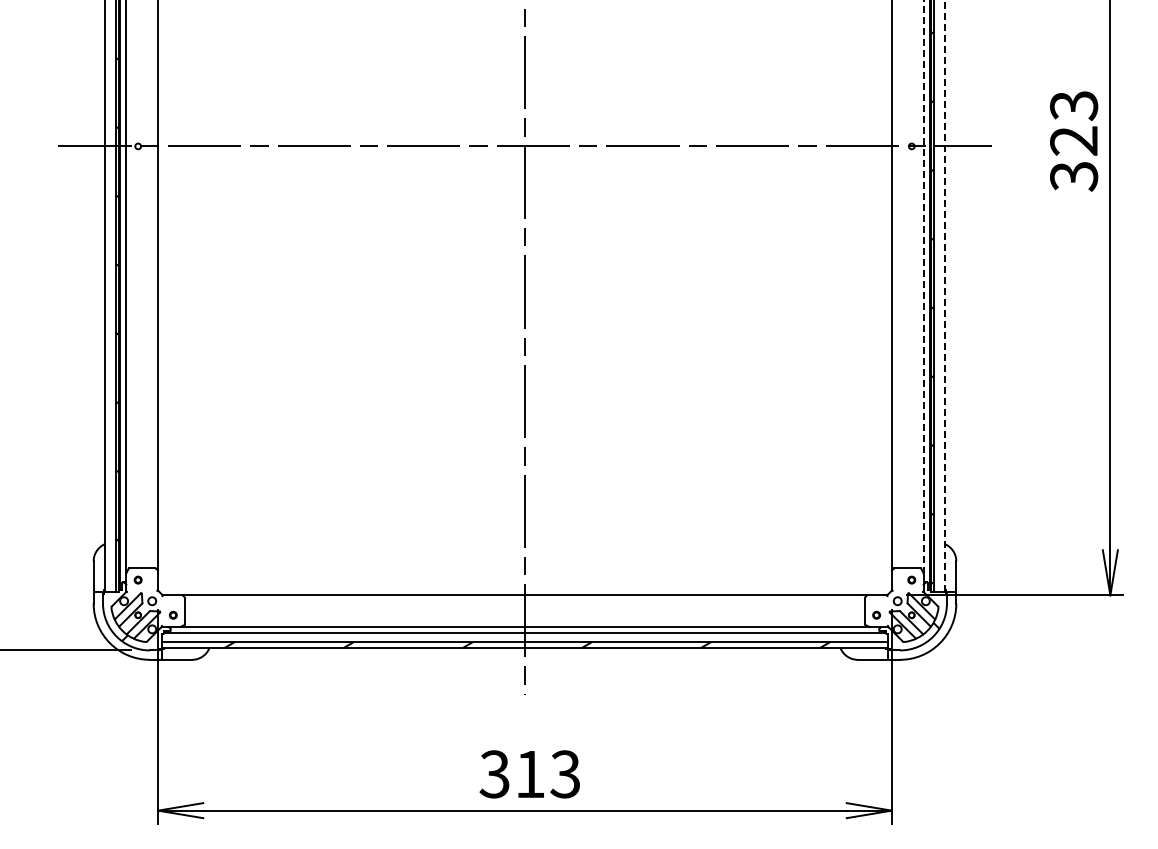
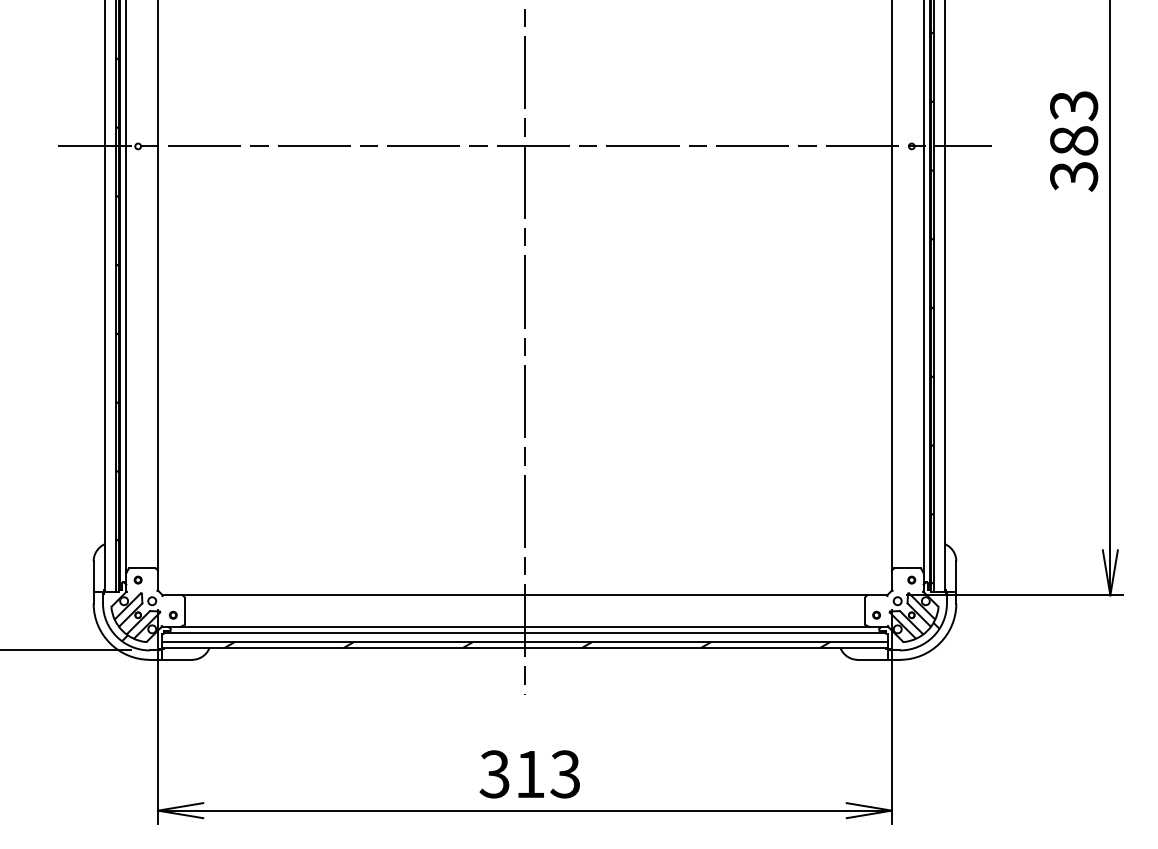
text at (1074, 140): 323 -> 383
line at (923, 287): dashed -> solid
line at (944, 295): dashed -> solid
